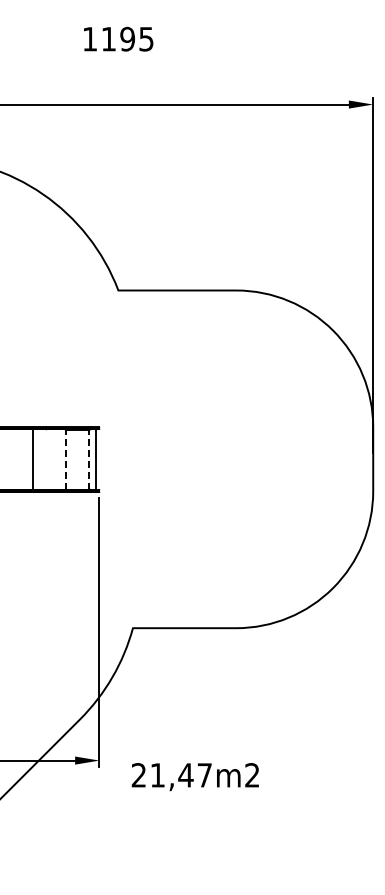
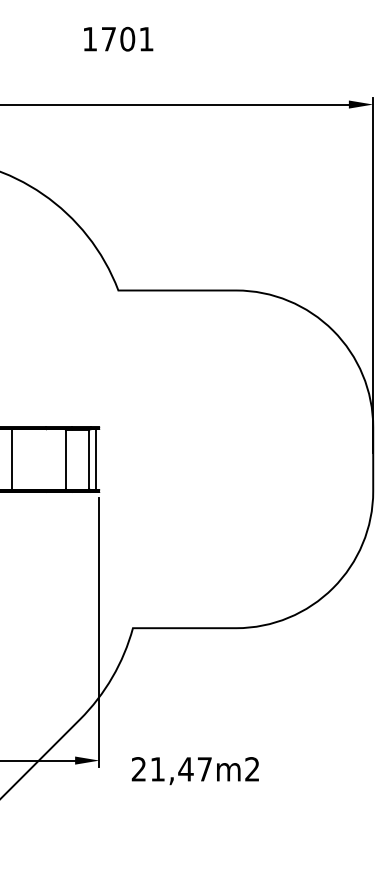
text at (127, 39): 1195 -> 1701
line at (32, 459) position: (32, 459) -> (11, 459)
line at (65, 459): dashed -> solid
line at (89, 459): dashed -> solid
text at (194, 777) position: (194, 777) -> (194, 771)
